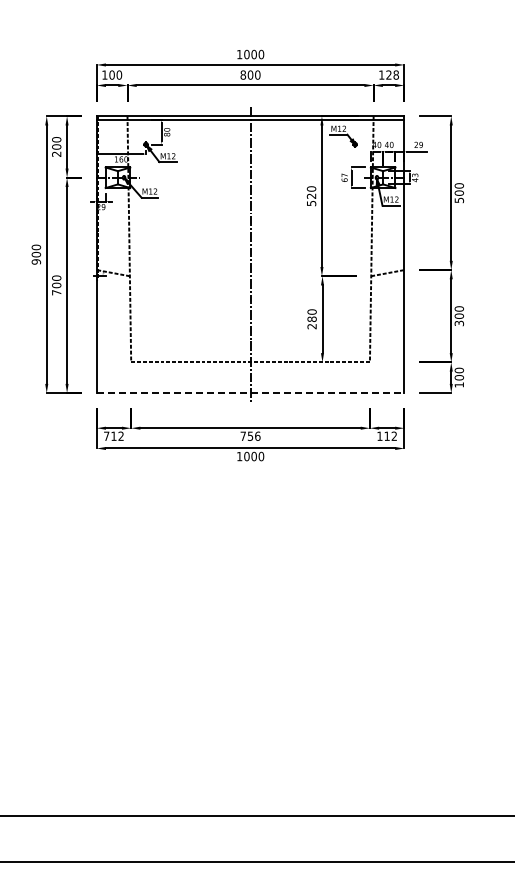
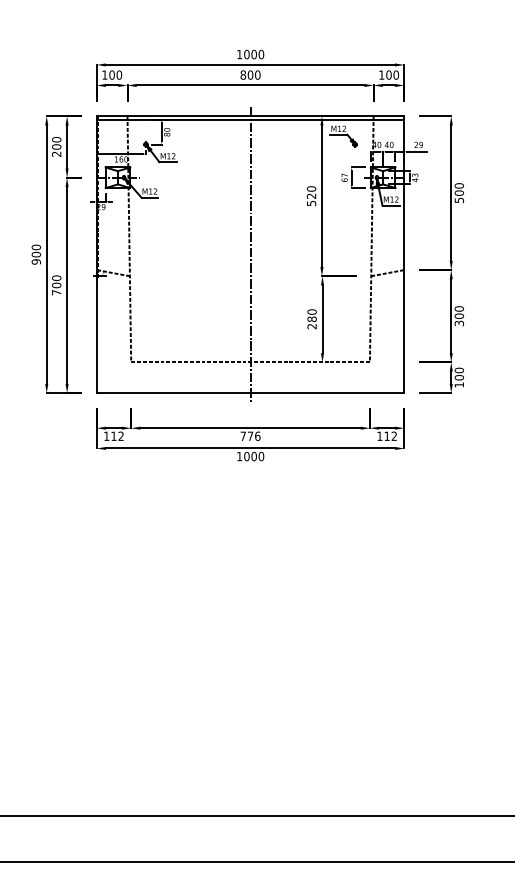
text at (392, 74): 128 -> 100
line at (250, 393): dashed -> solid
text at (106, 435): 712 -> 112
text at (250, 435): 756 -> 776
